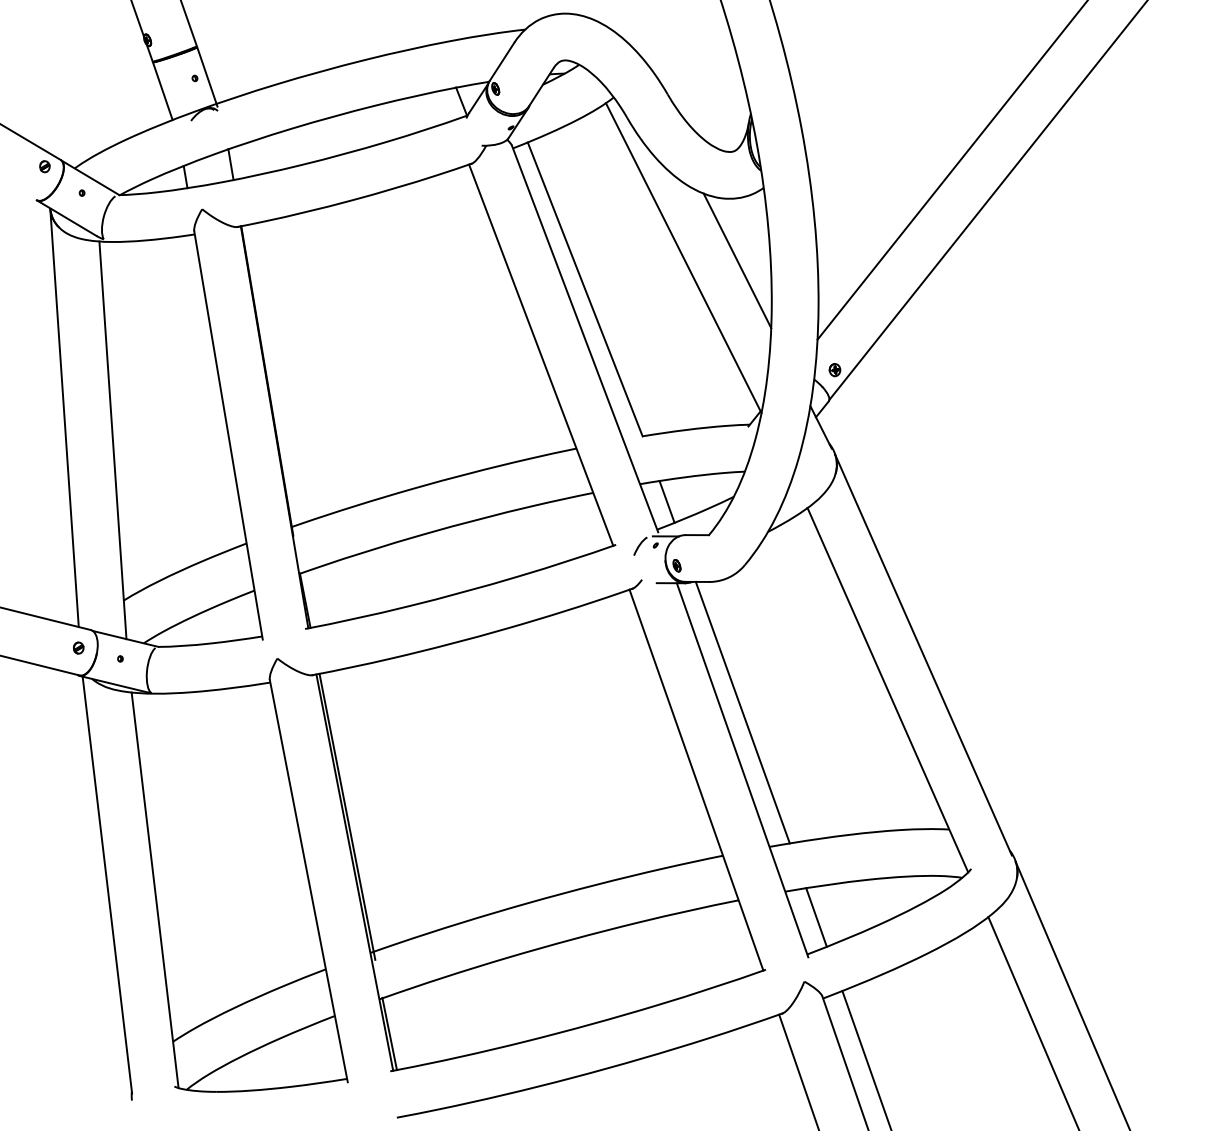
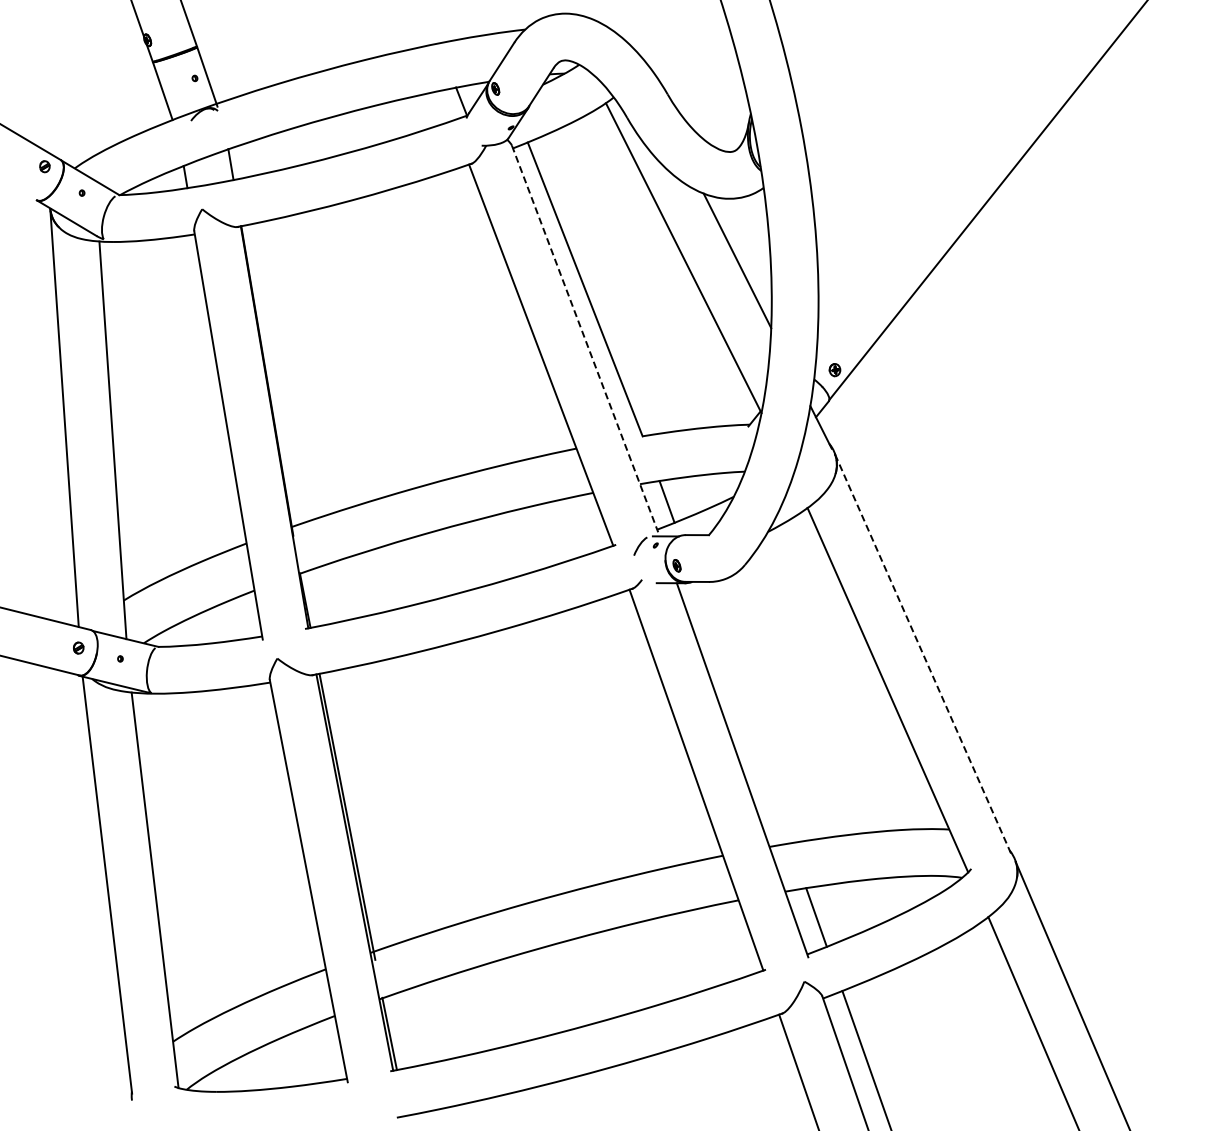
line at (951, 170): present -> none
line at (585, 339): solid -> dashed
line at (923, 655): solid -> dashed
line at (742, 712): present -> none
